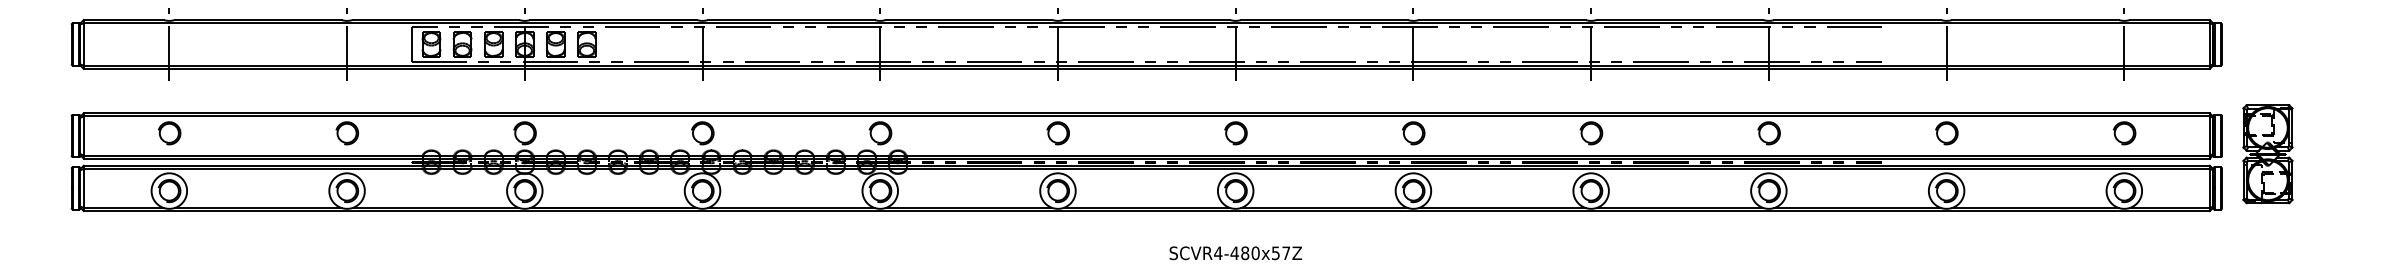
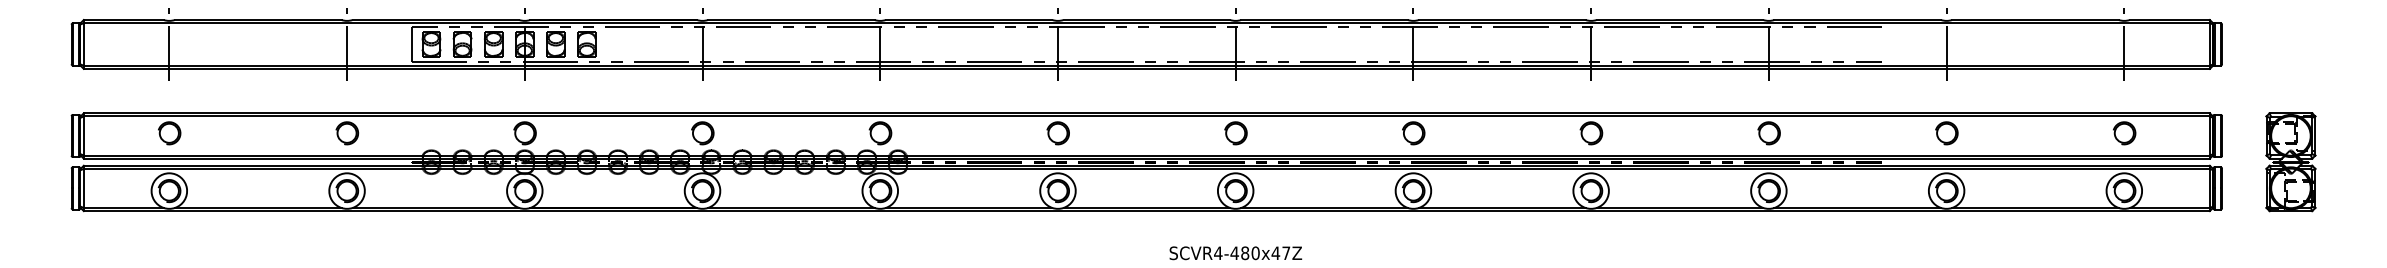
part at (2267, 154) position: (2267, 154) -> (2290, 162)
text at (1275, 253): SCVR4-480x57Z -> SCVR4-480x47Z
